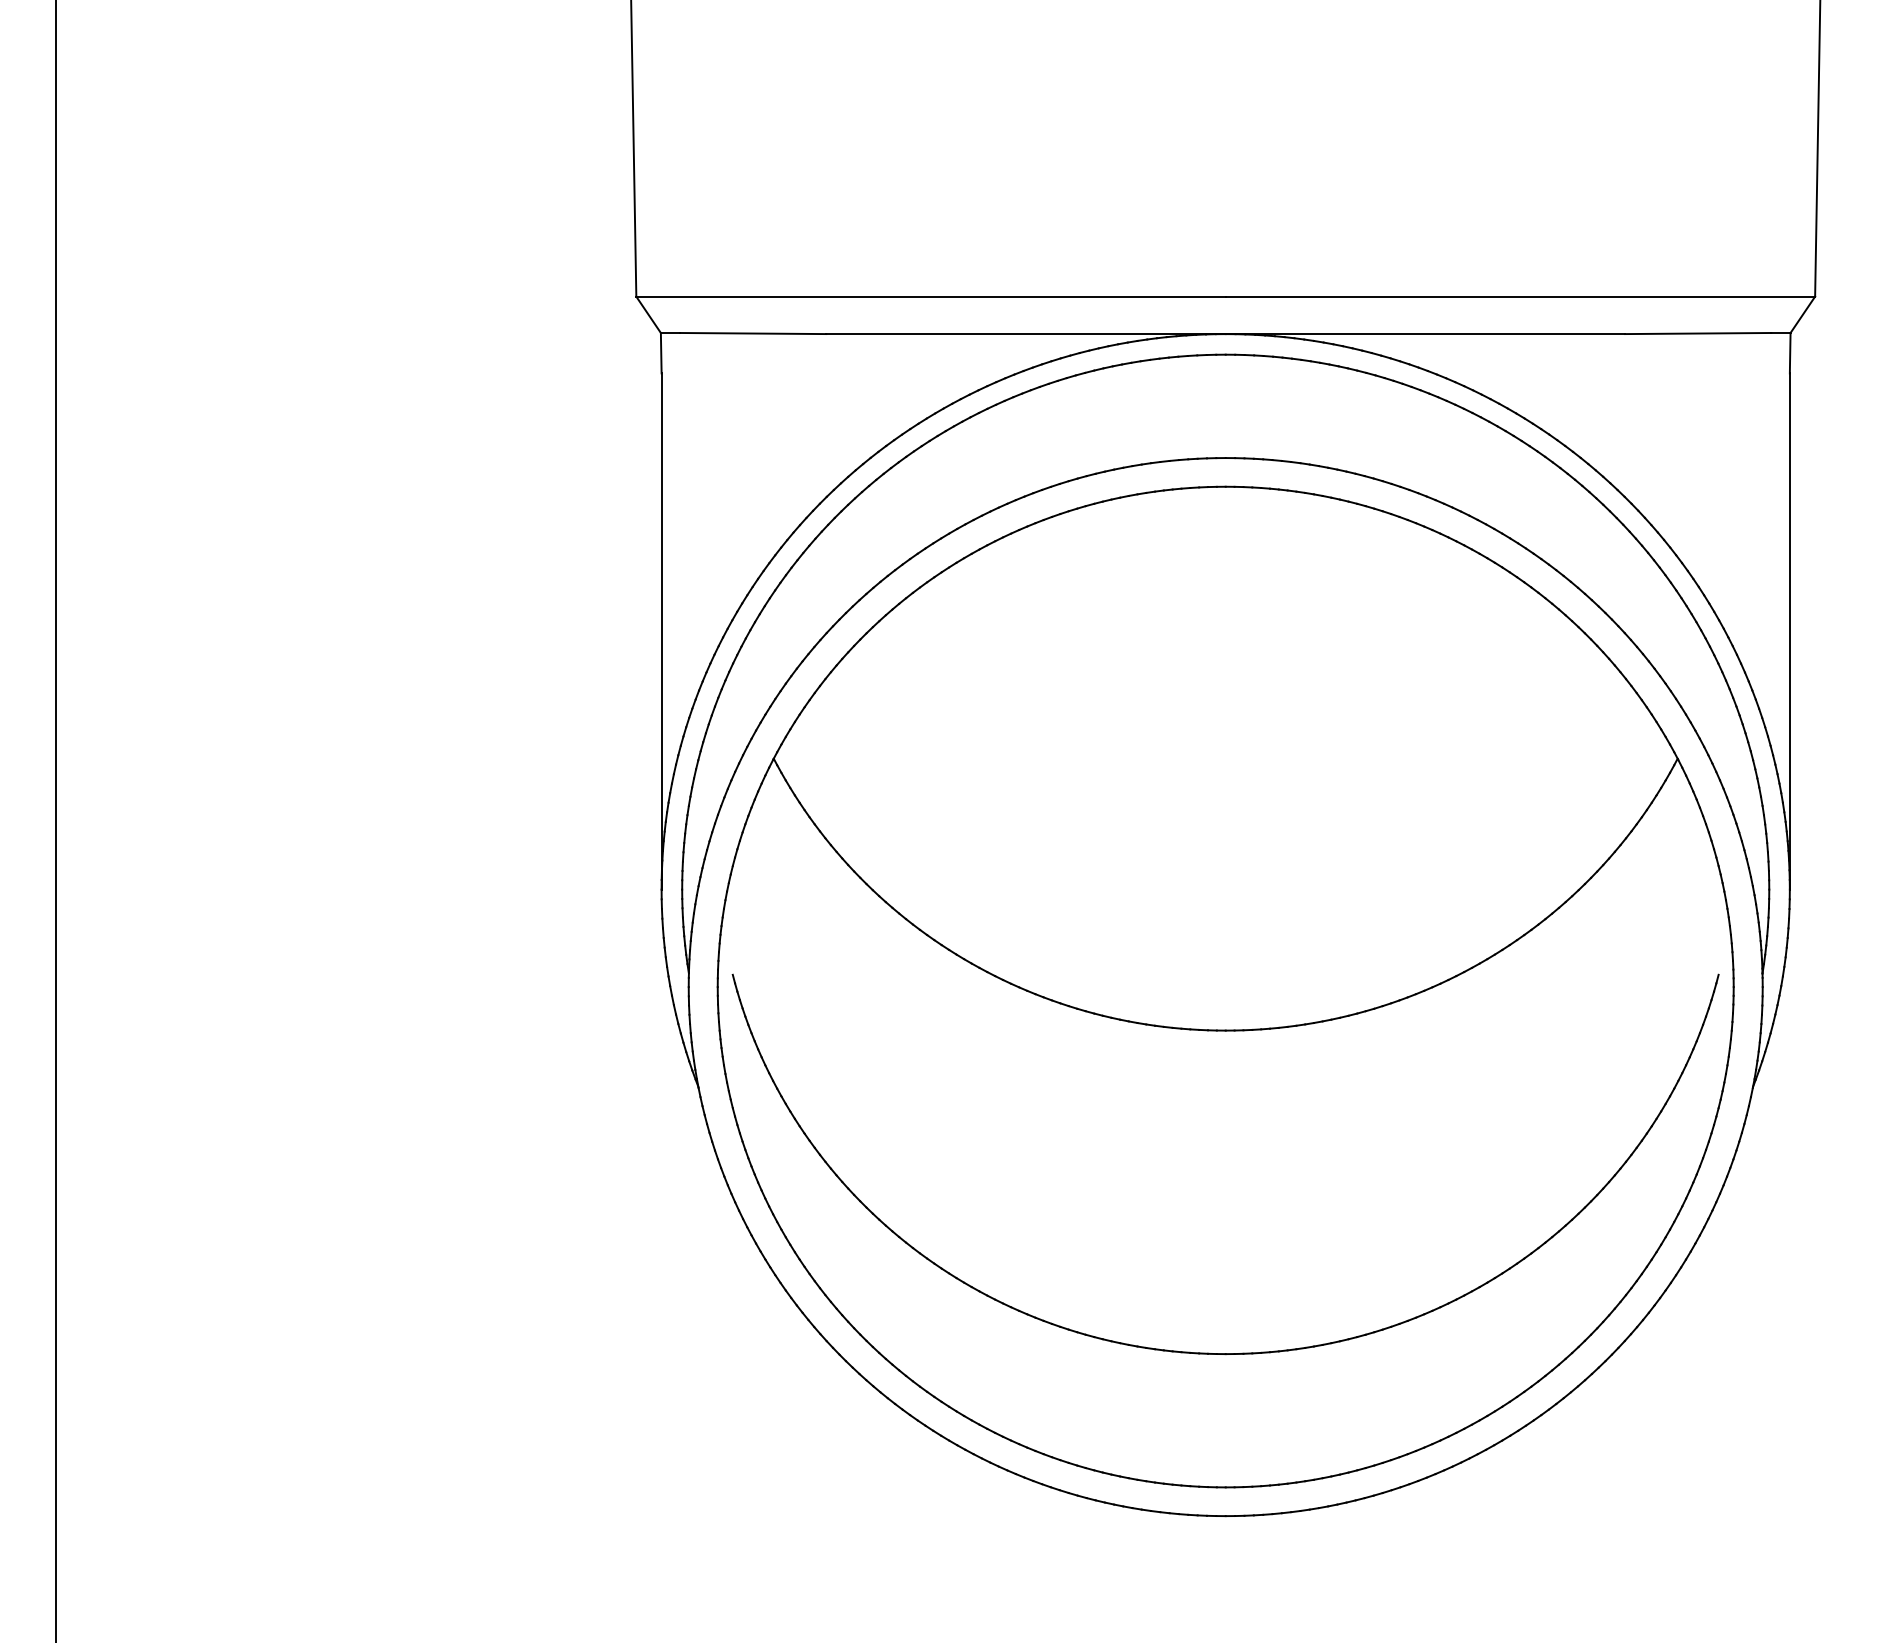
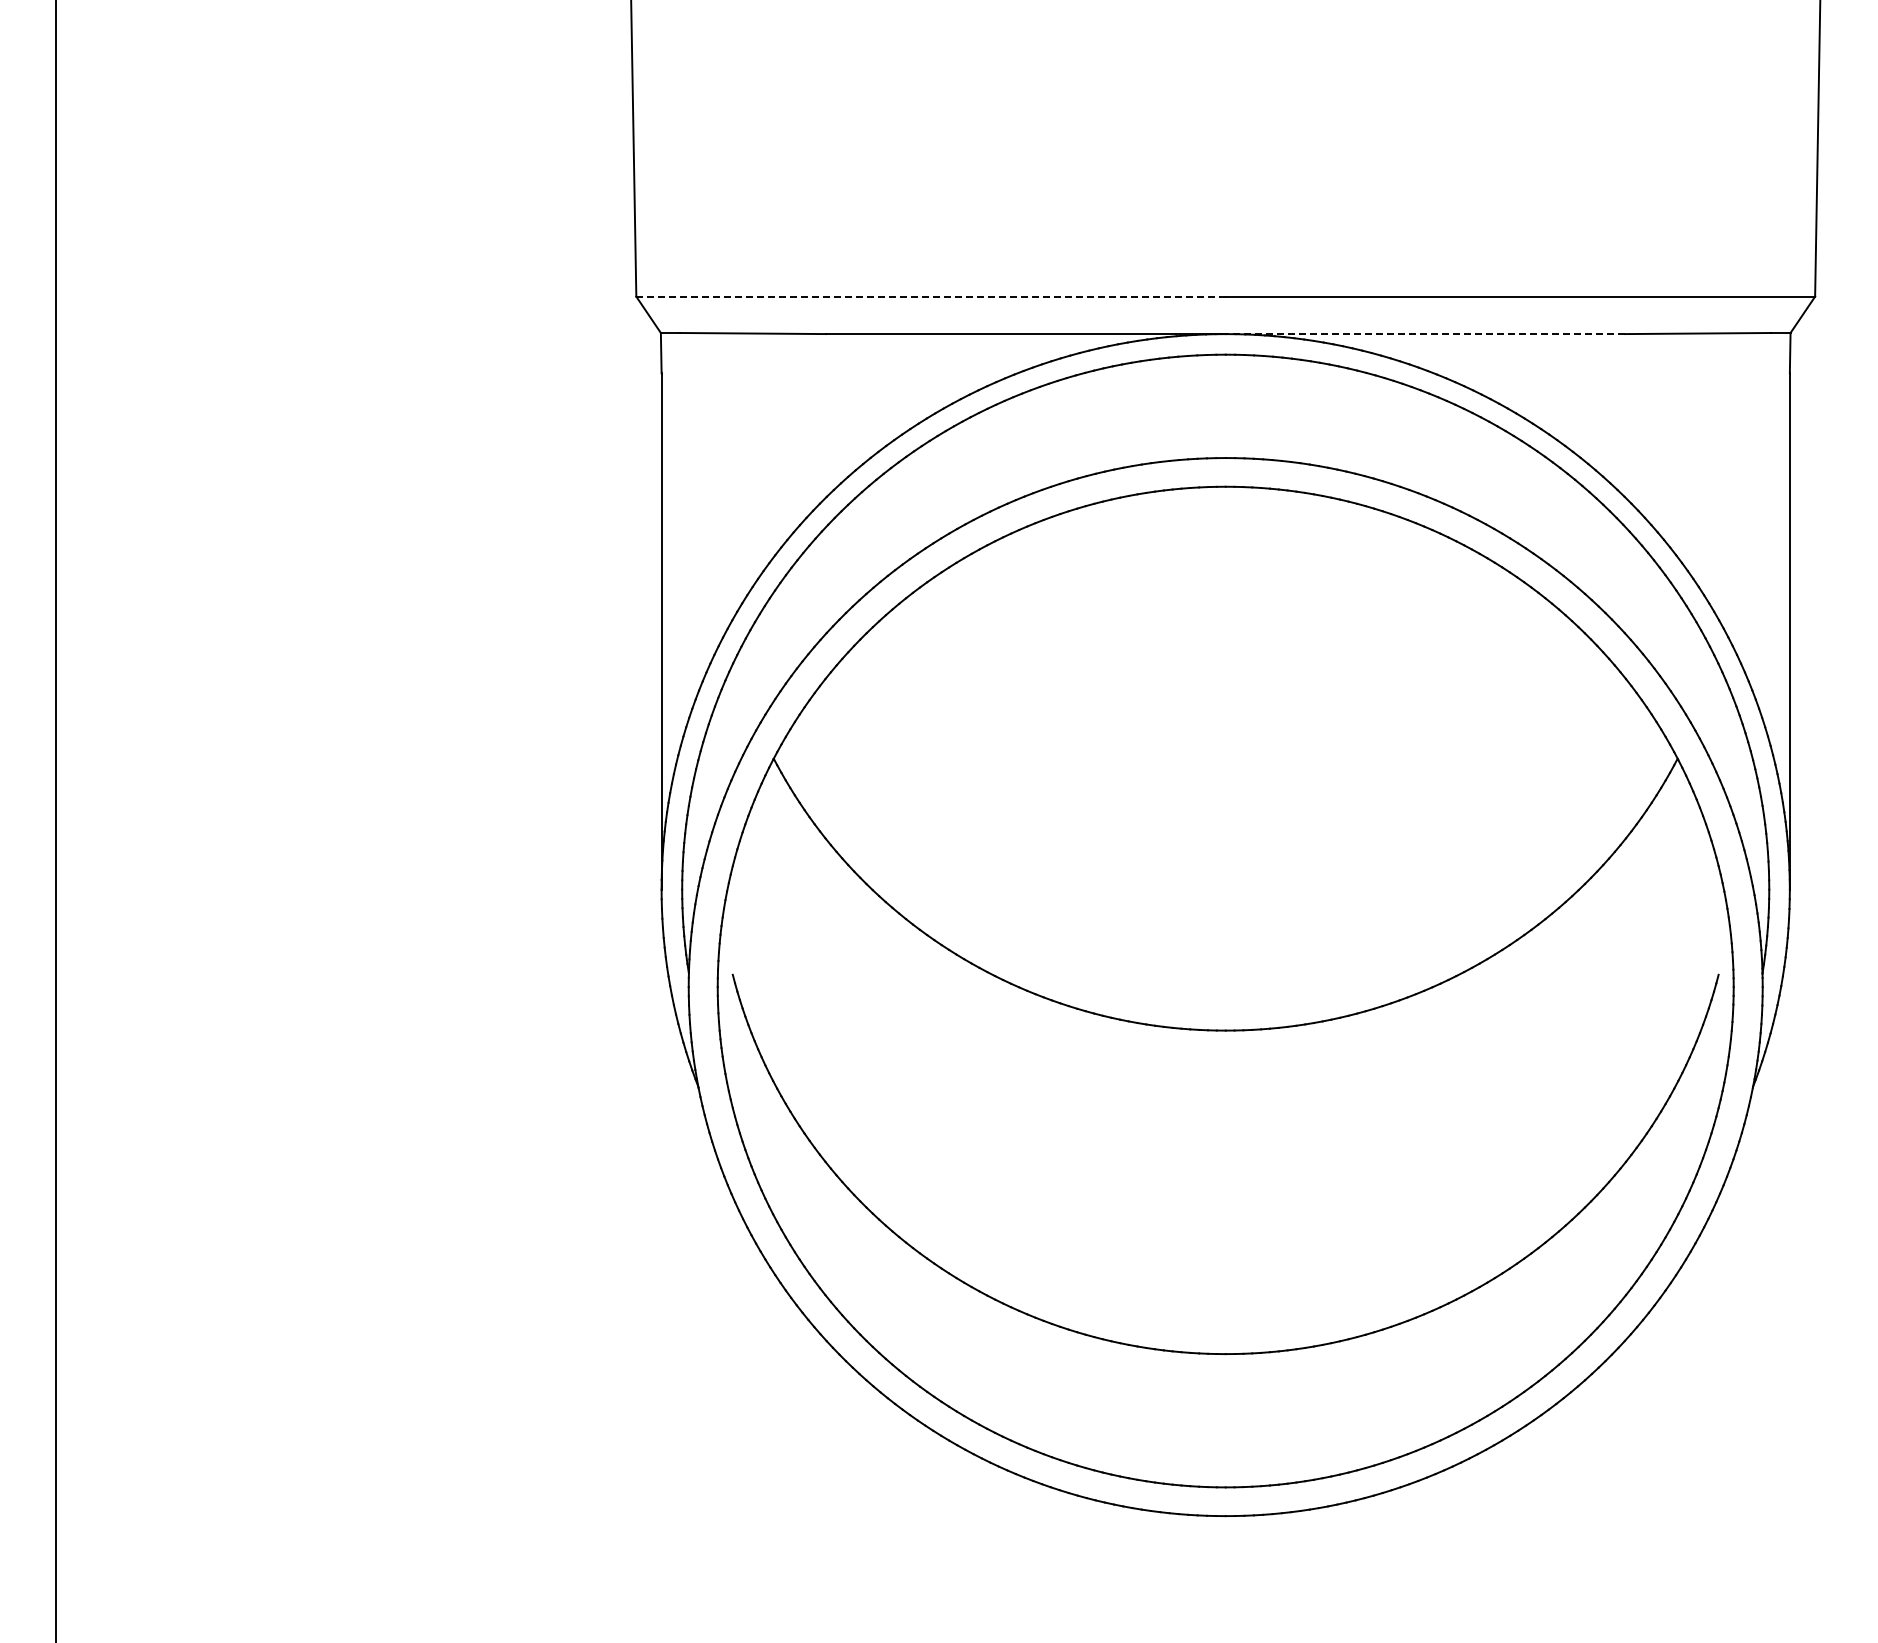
line at (931, 296): solid -> dashed
line at (1425, 334): solid -> dashed
